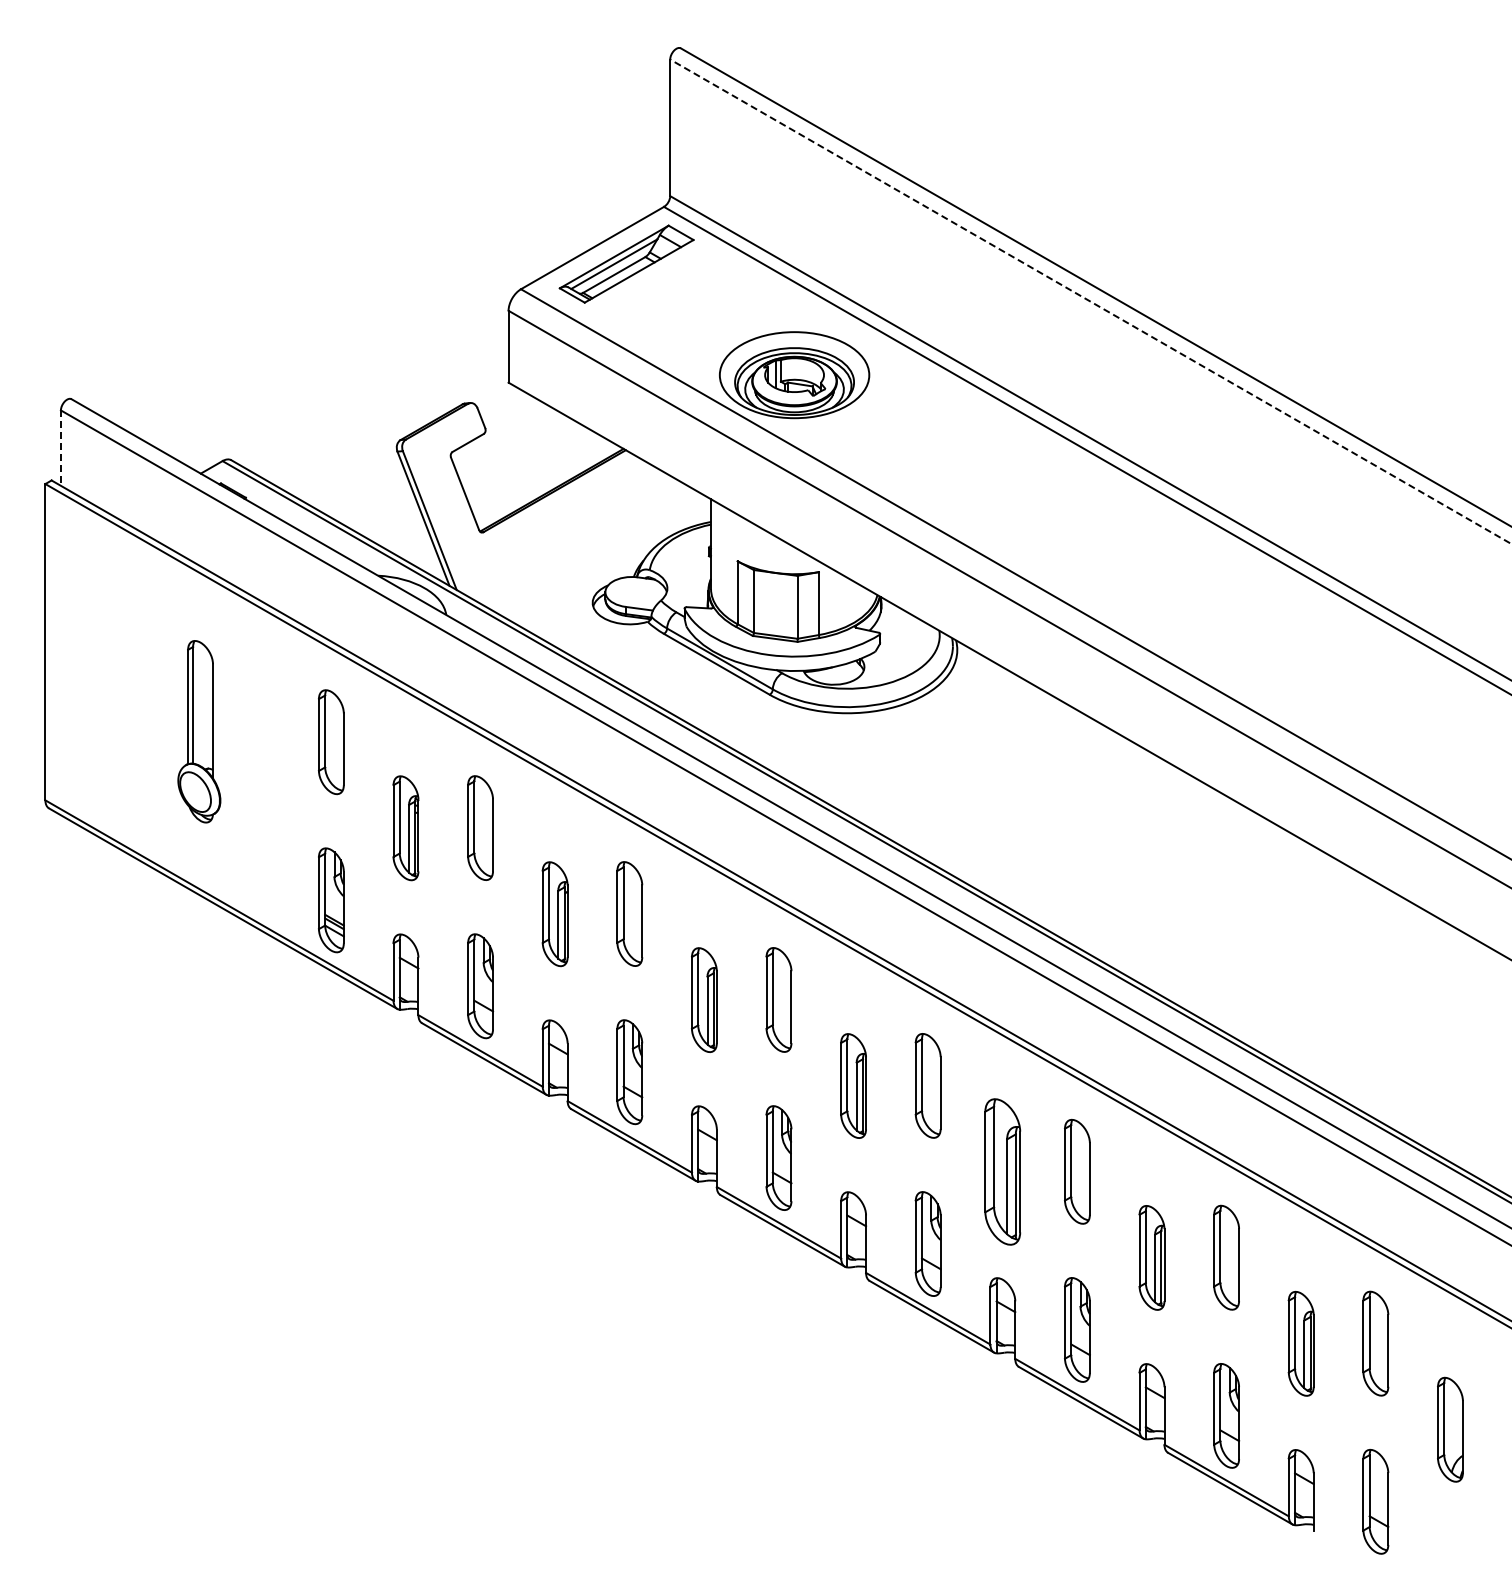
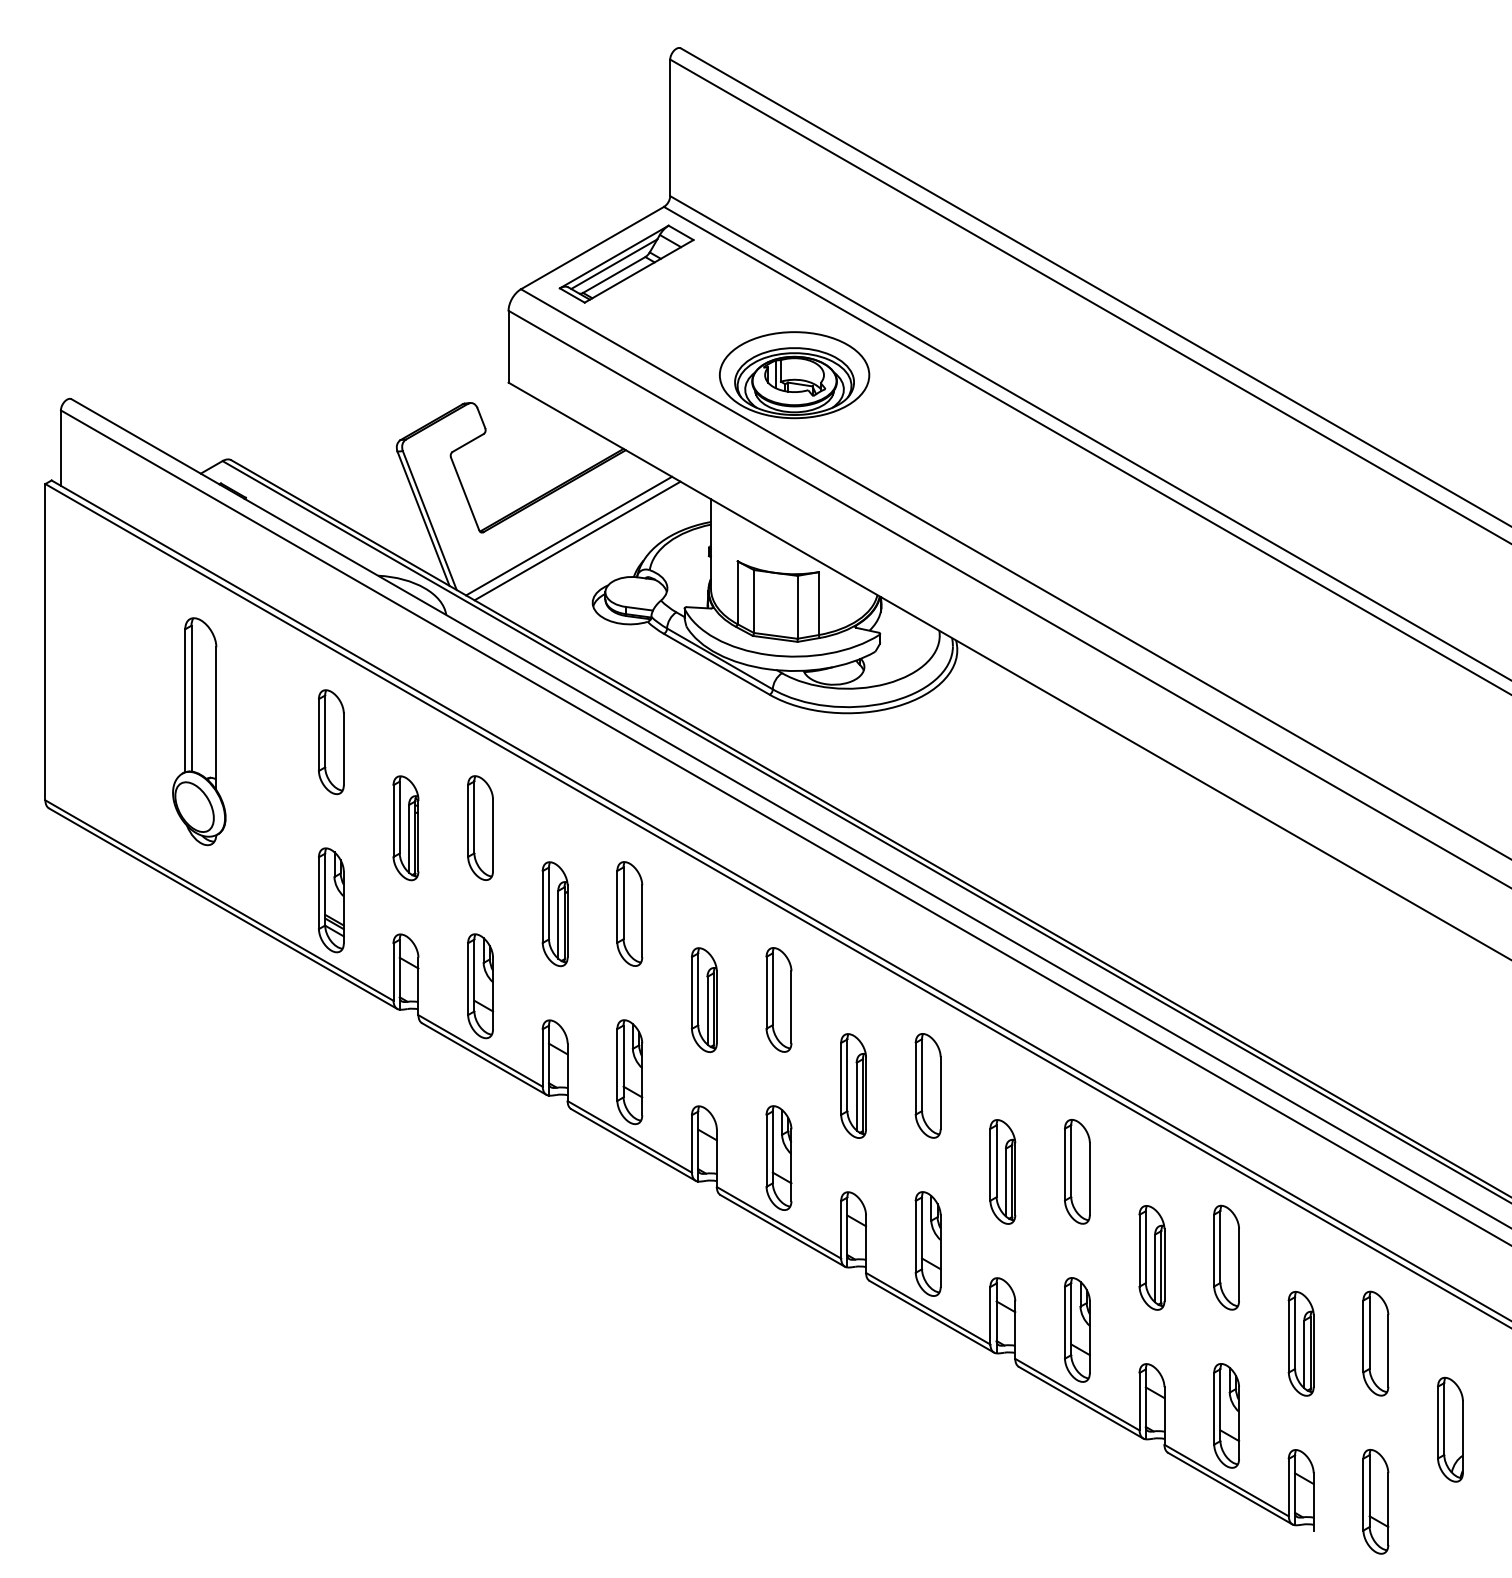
line at (1090, 301): dashed -> solid
line at (60, 448): dashed -> solid
line at (569, 535): none -> present
line at (577, 540): none -> present
part at (199, 731) size: 45x184 px -> 55x230 px
part at (1002, 1171) size: 38x148 px -> 28x106 px
